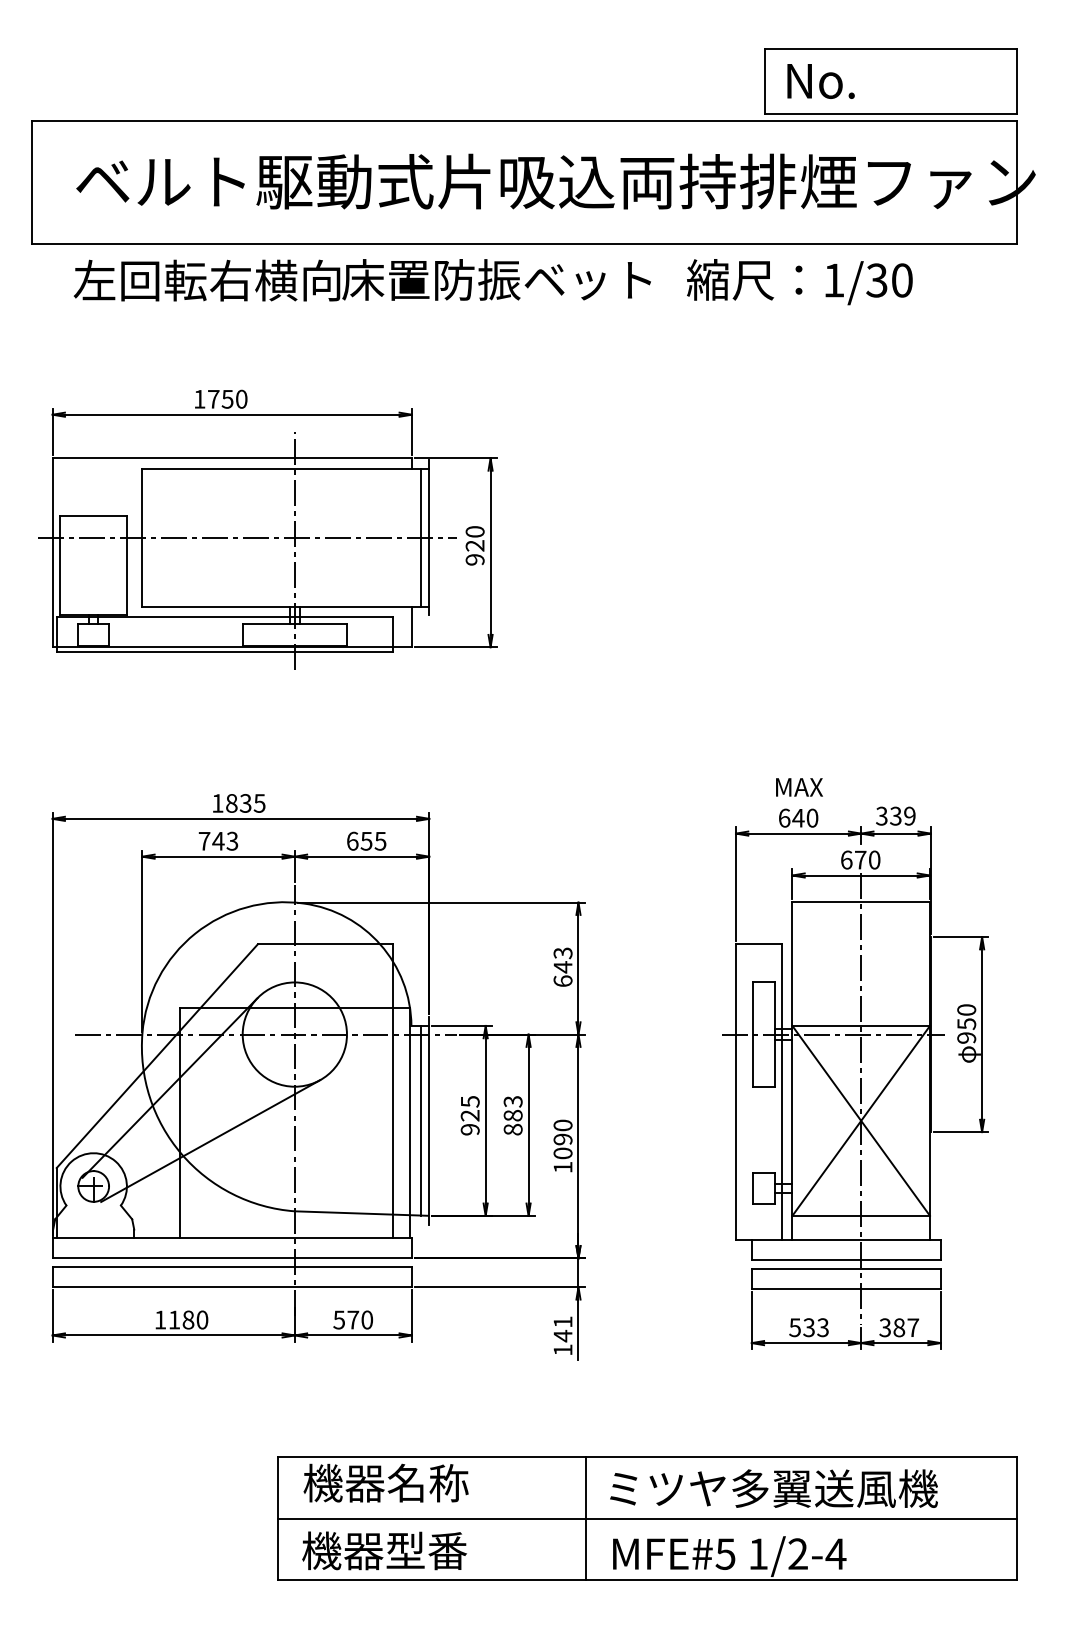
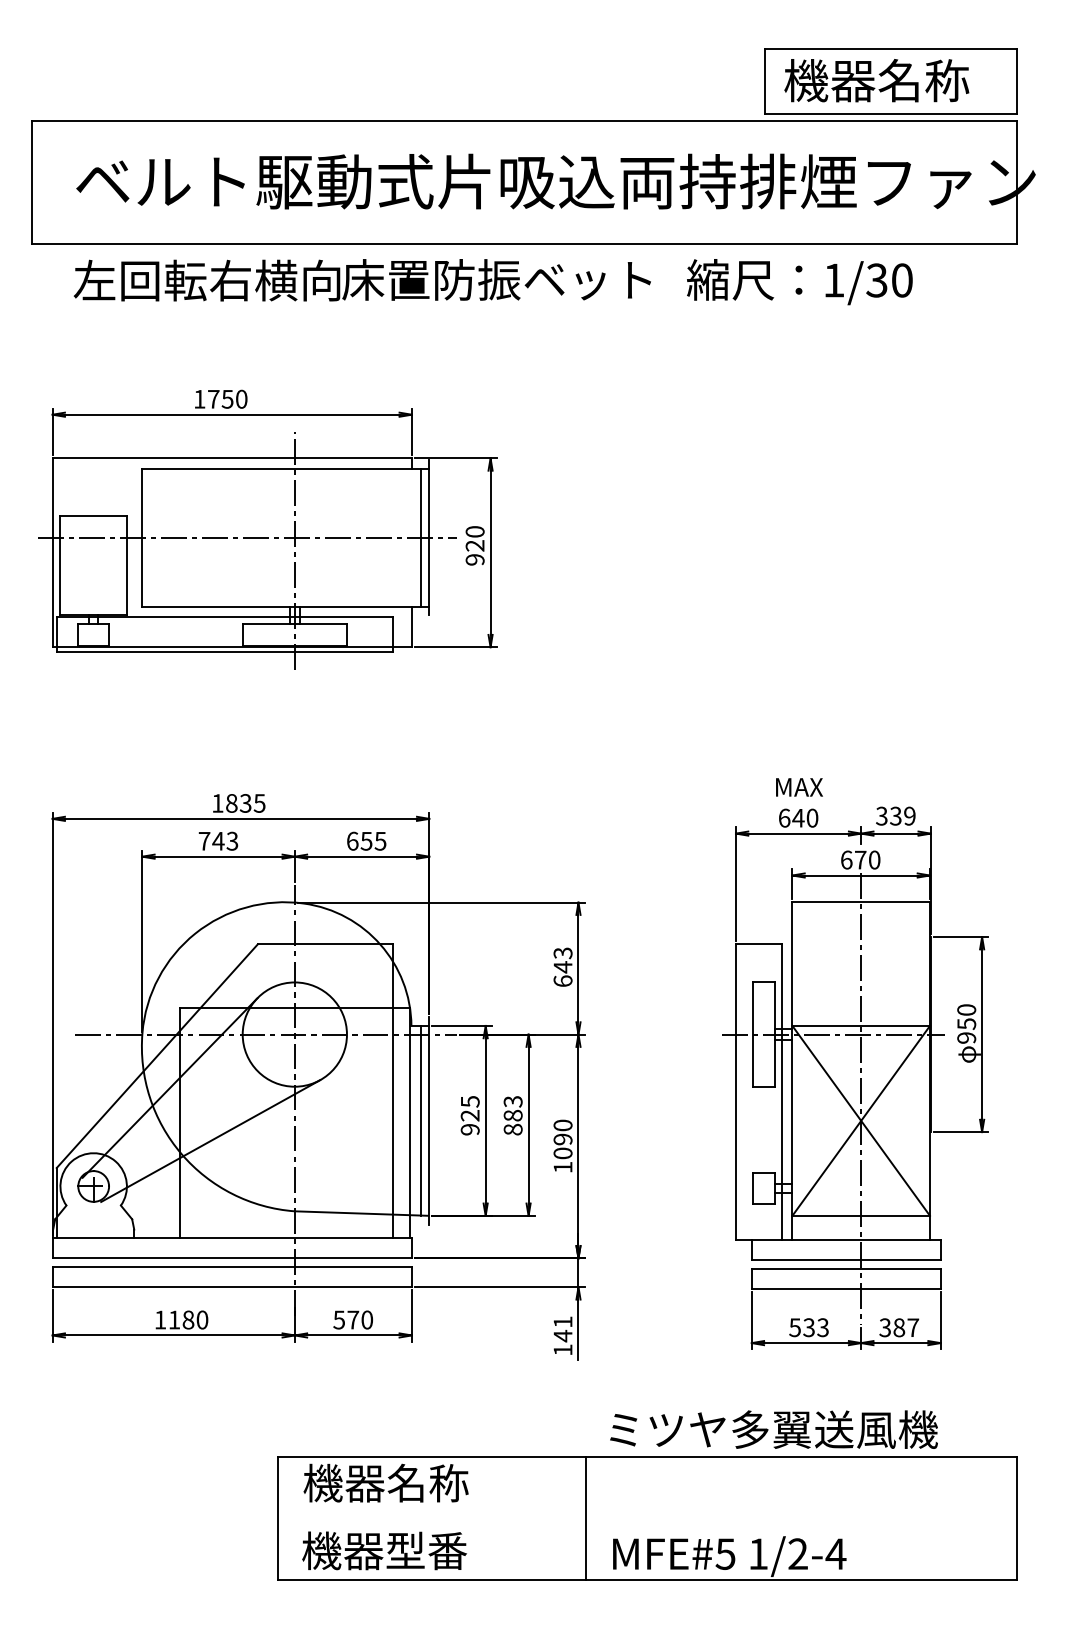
text at (876, 80): No. -> 機器名称
text at (773, 1488) position: (773, 1488) -> (773, 1429)
line at (647, 1518): present -> none
